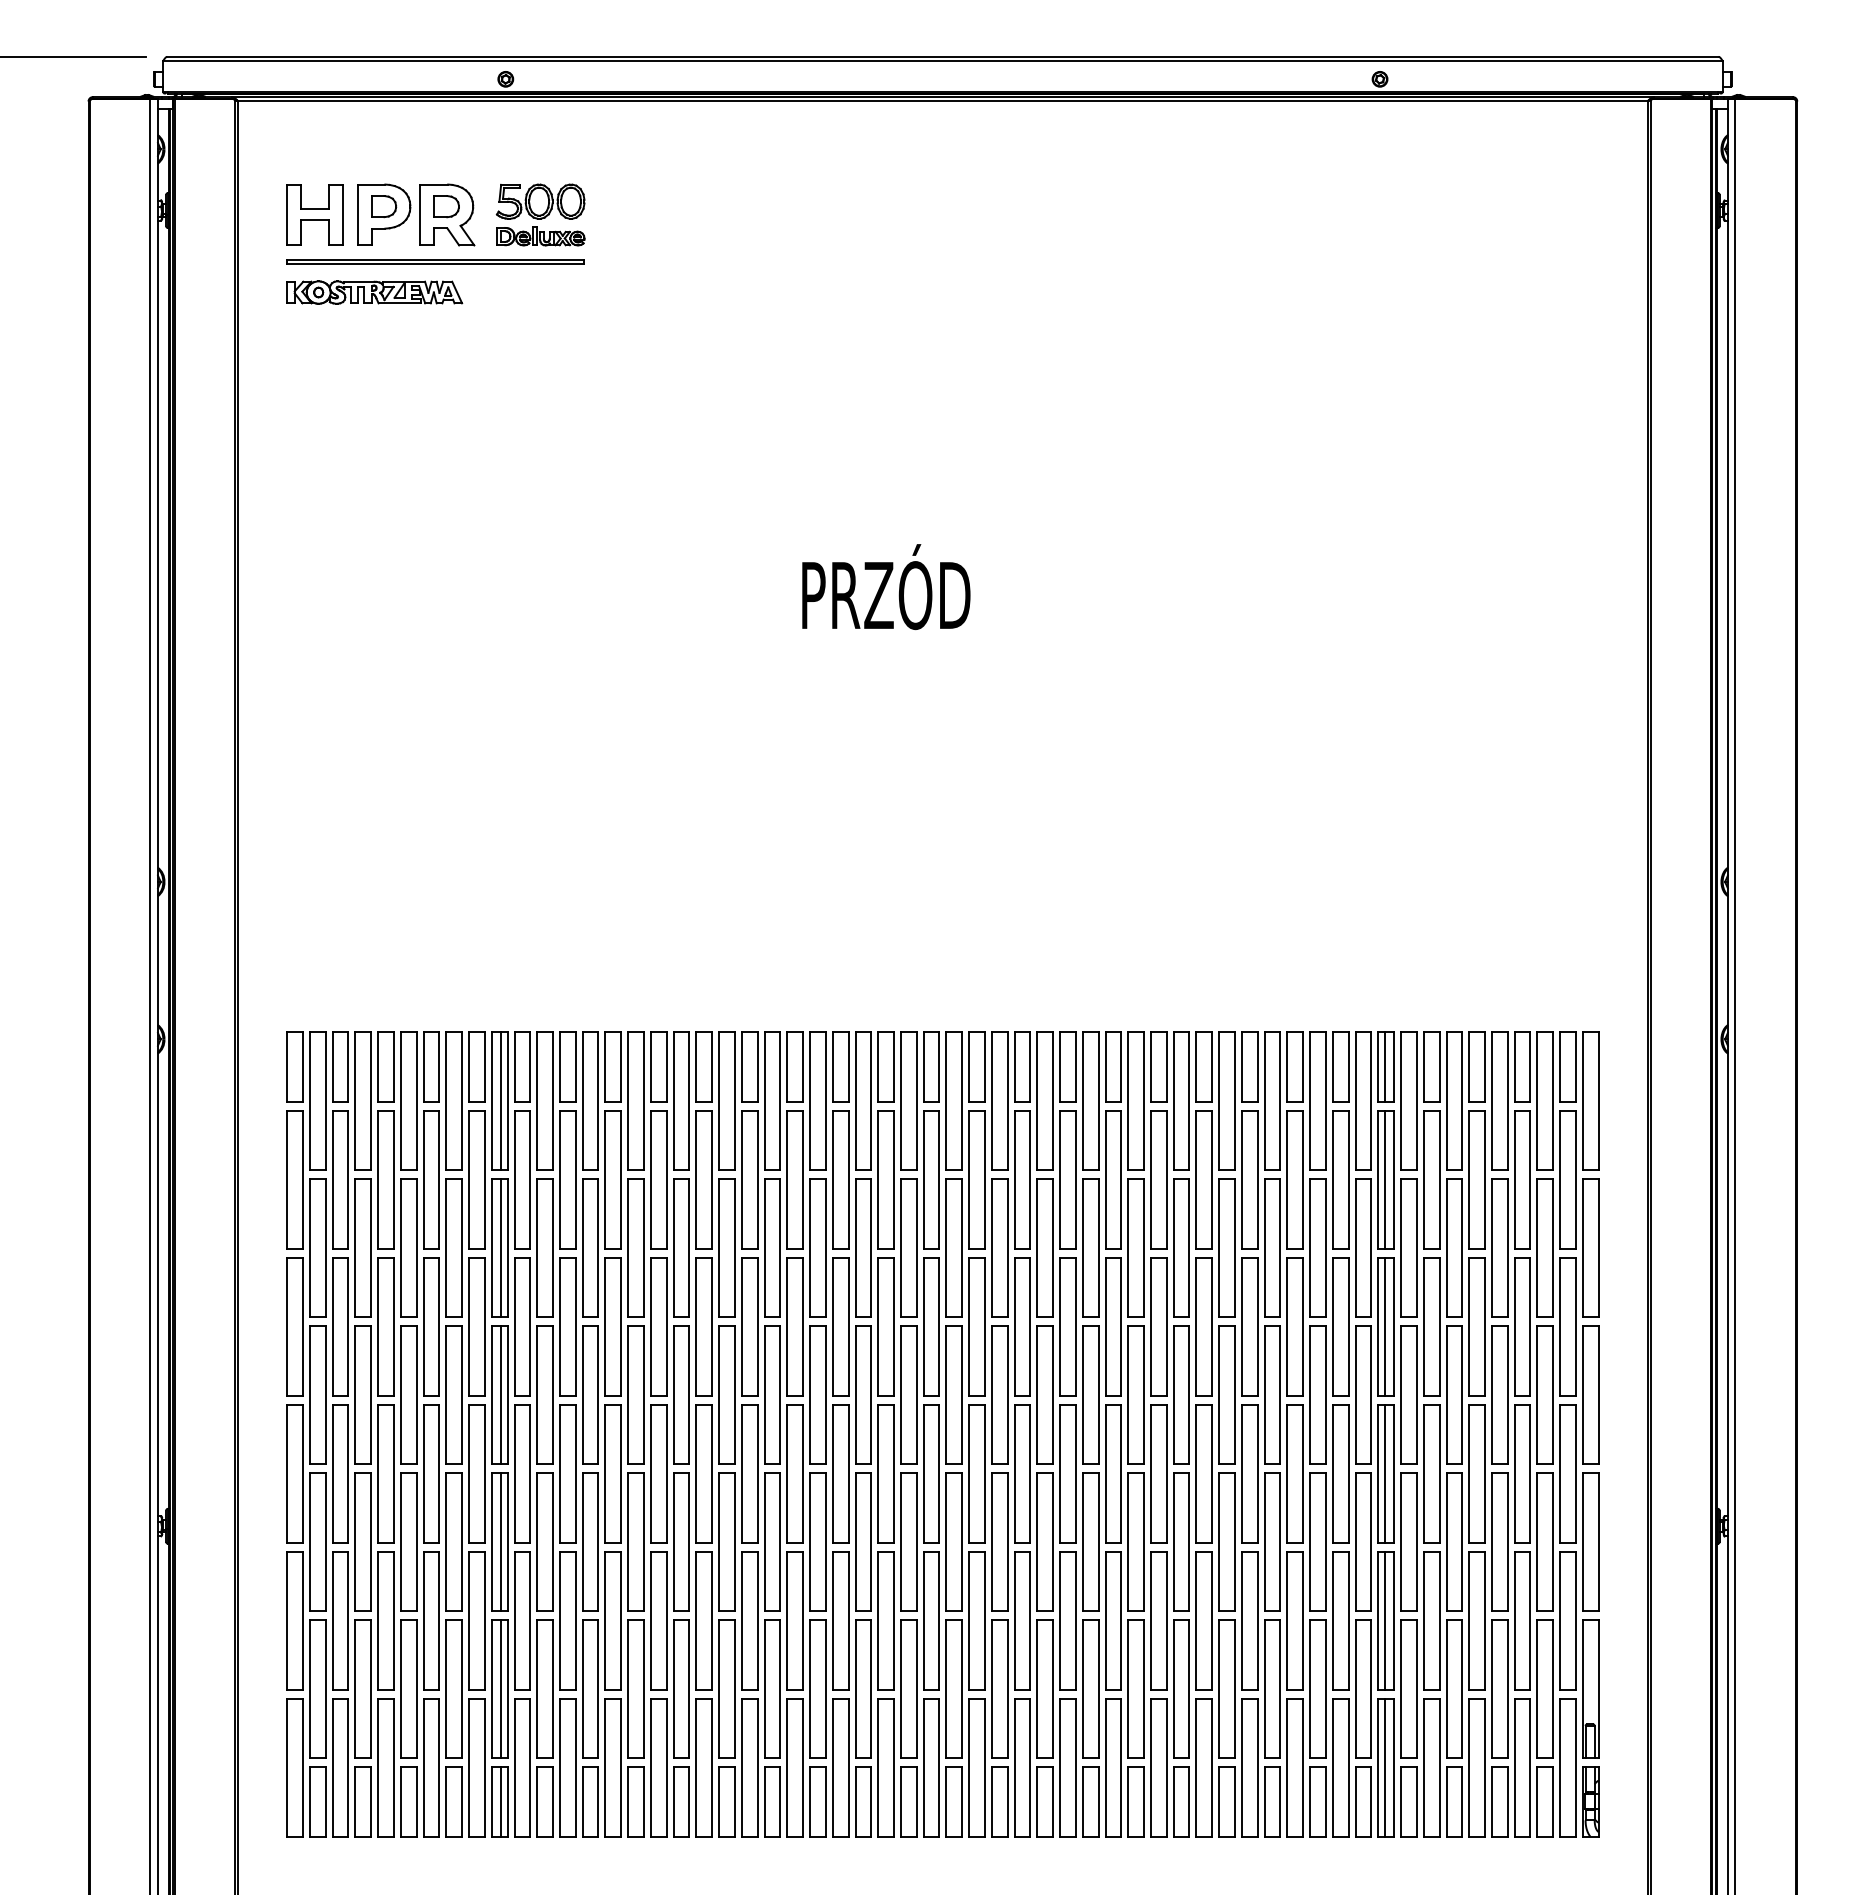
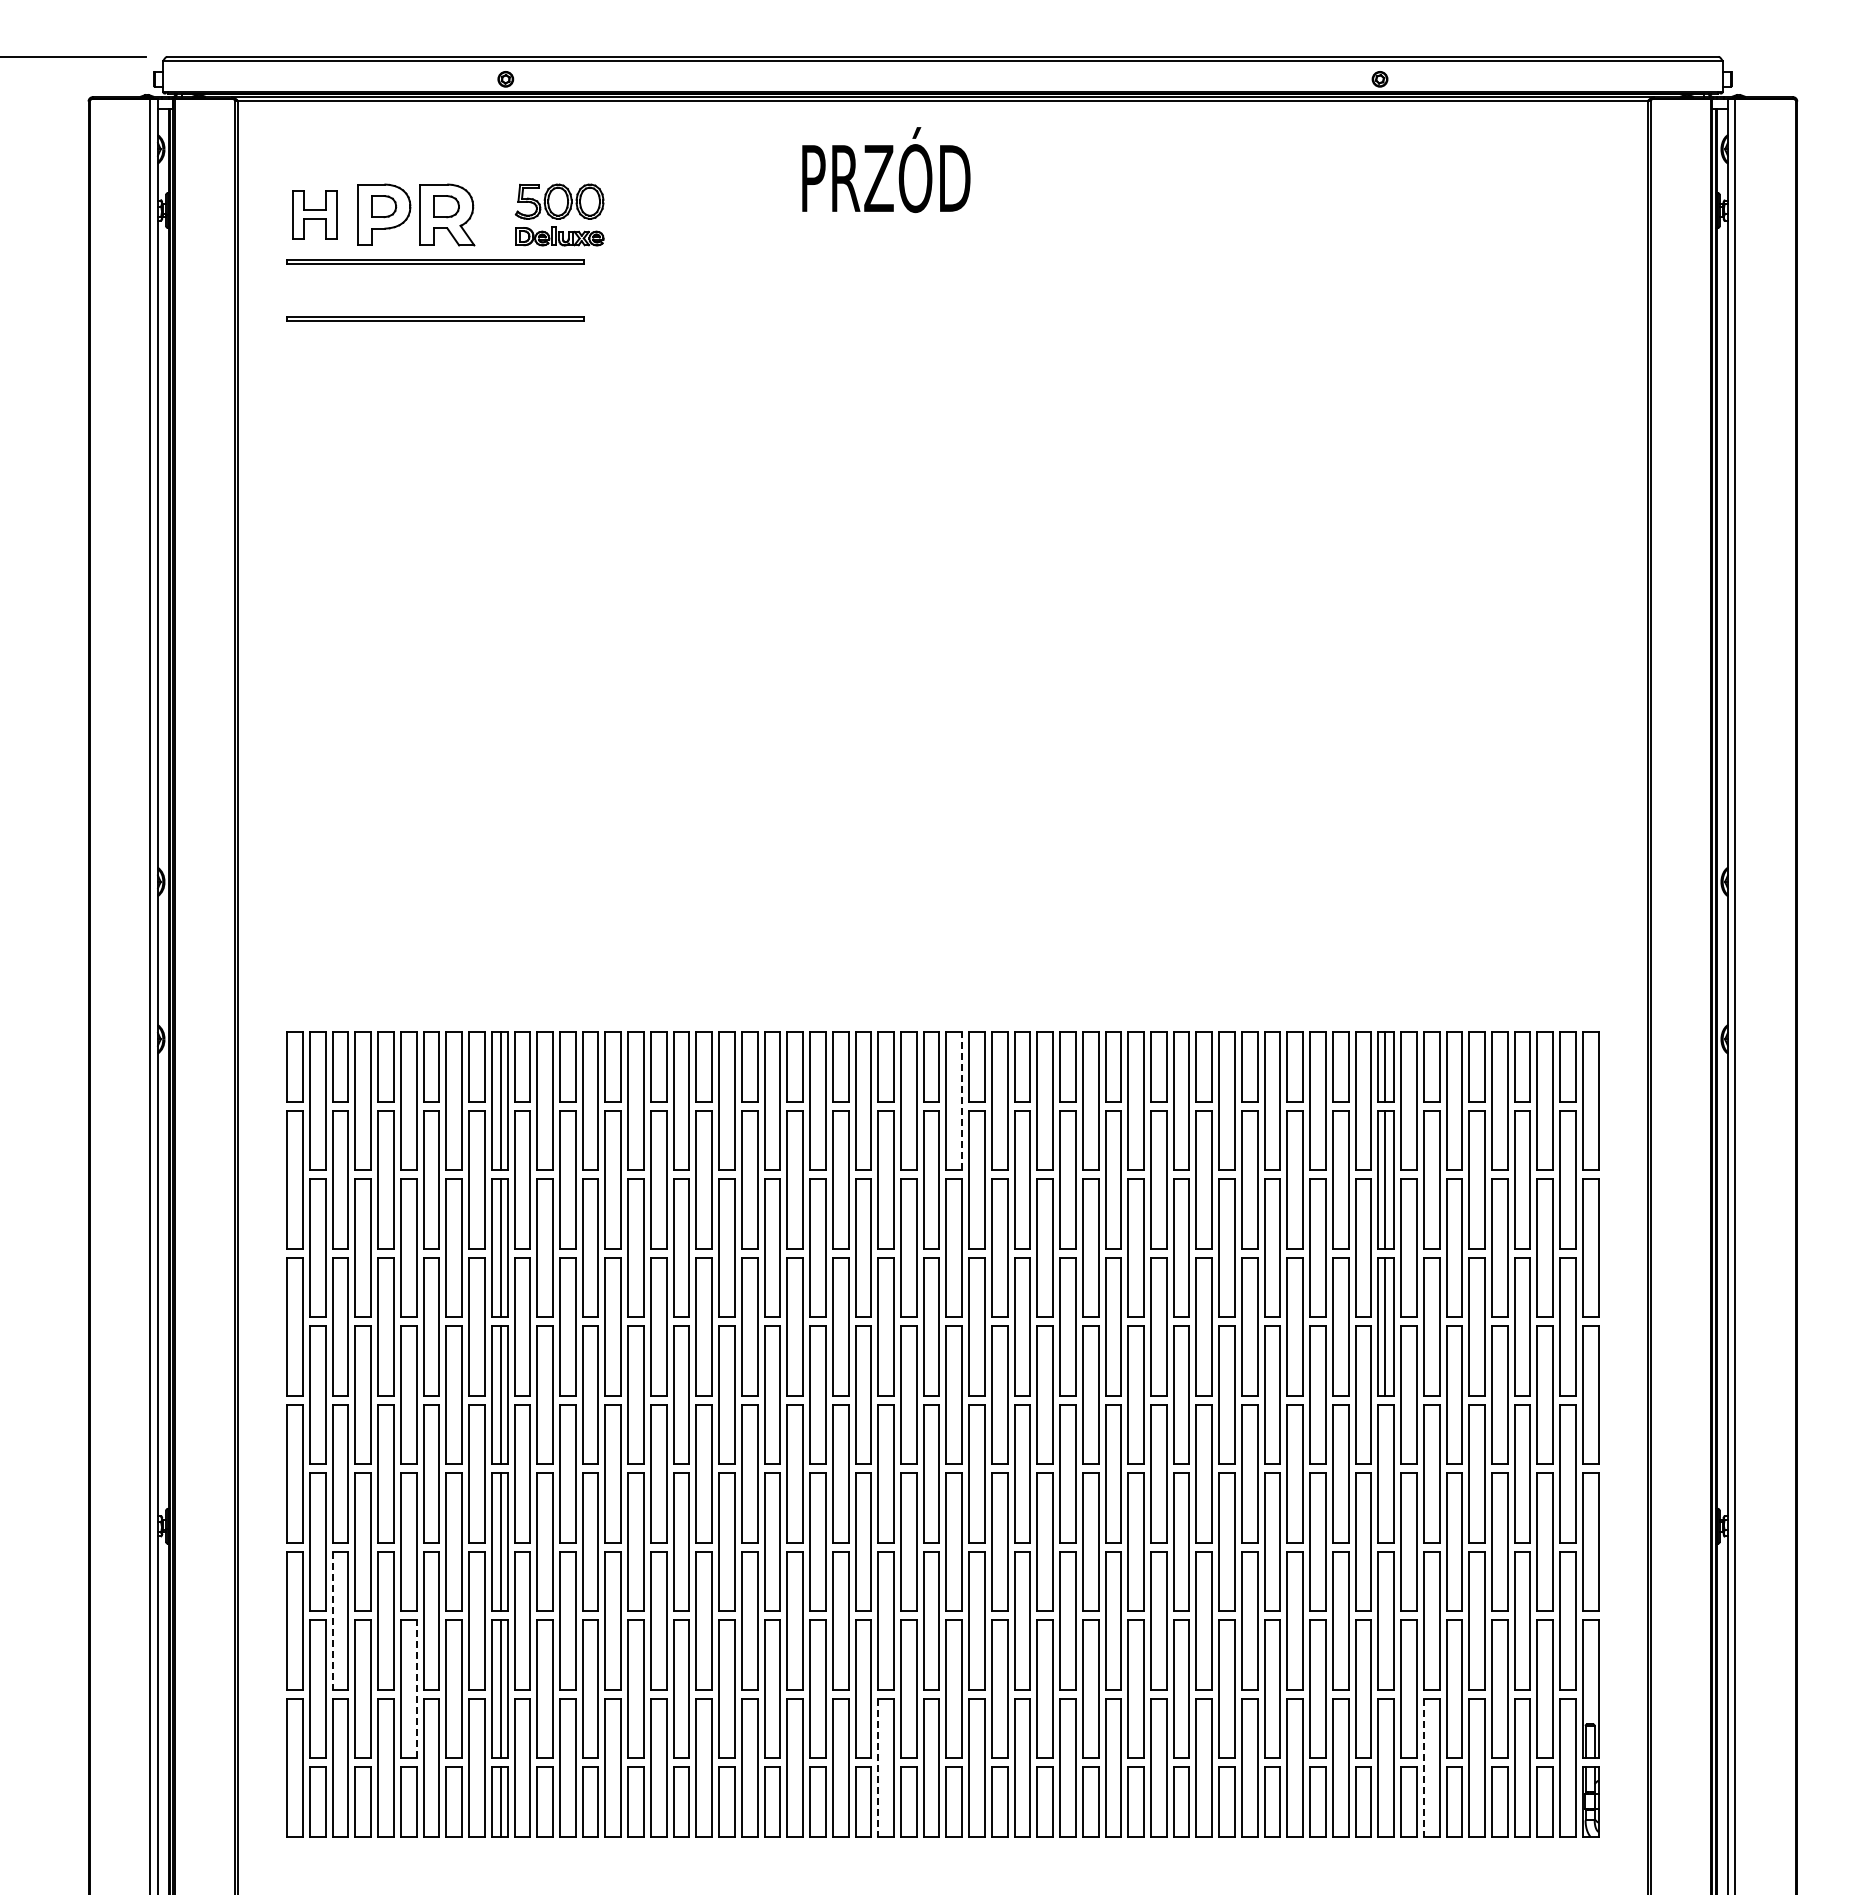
part at (314, 214) size: 58x62 px -> 46x50 px
part at (540, 214) position: (540, 214) -> (559, 214)
part at (374, 292): present -> none
part at (435, 318): none -> present
text at (886, 587) position: (886, 587) -> (886, 170)
line at (962, 1100): solid -> dashed
line at (1384, 1473): present -> none
line at (1384, 1620): present -> none
line at (332, 1621): solid -> dashed
line at (416, 1688): solid -> dashed
line at (1384, 1767): present -> none
line at (878, 1768): solid -> dashed
line at (1423, 1768): solid -> dashed
